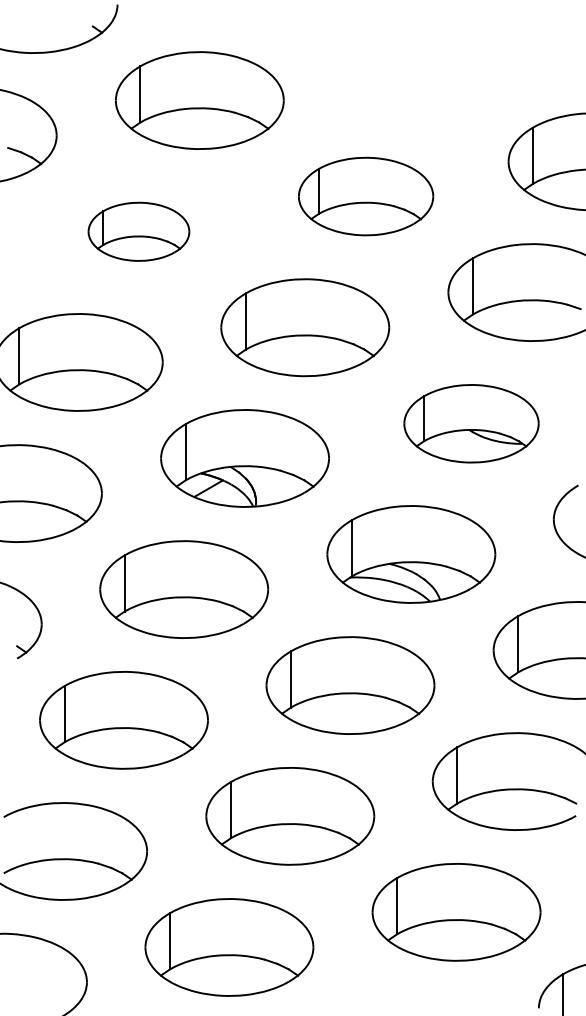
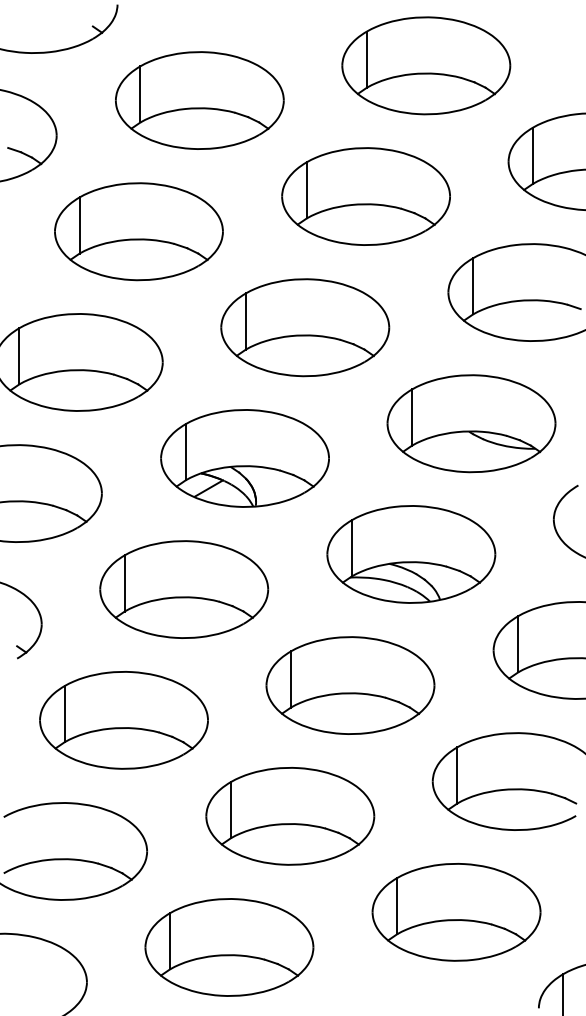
part at (426, 65): none -> present
part at (366, 196) size: 137x81 px -> 170x99 px
part at (138, 231) size: 104x61 px -> 170x100 px
part at (471, 423) size: 137x80 px -> 171x100 px
